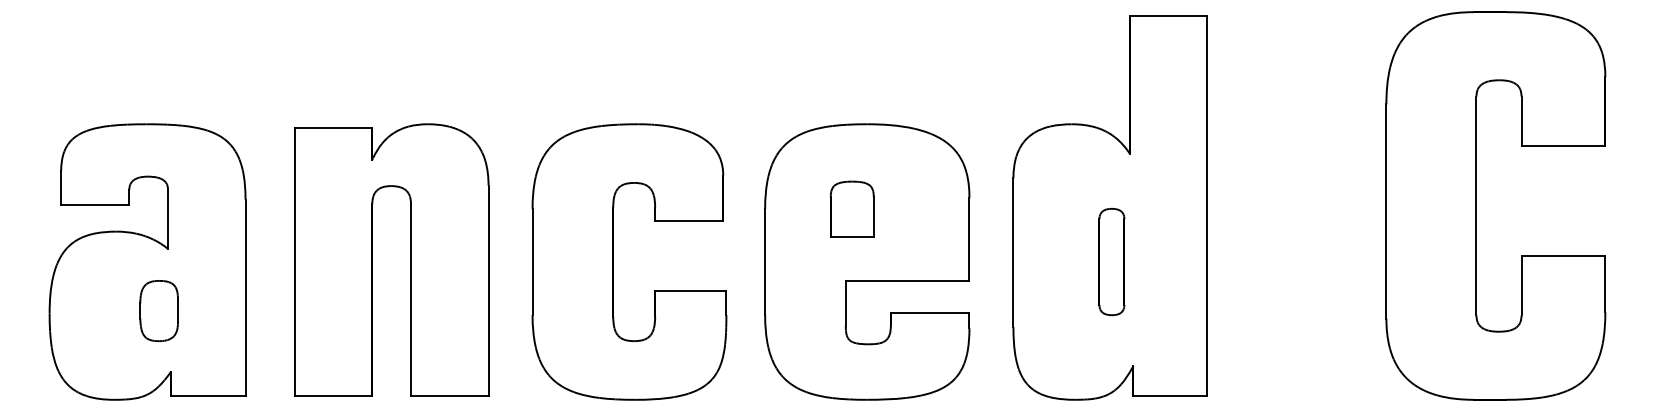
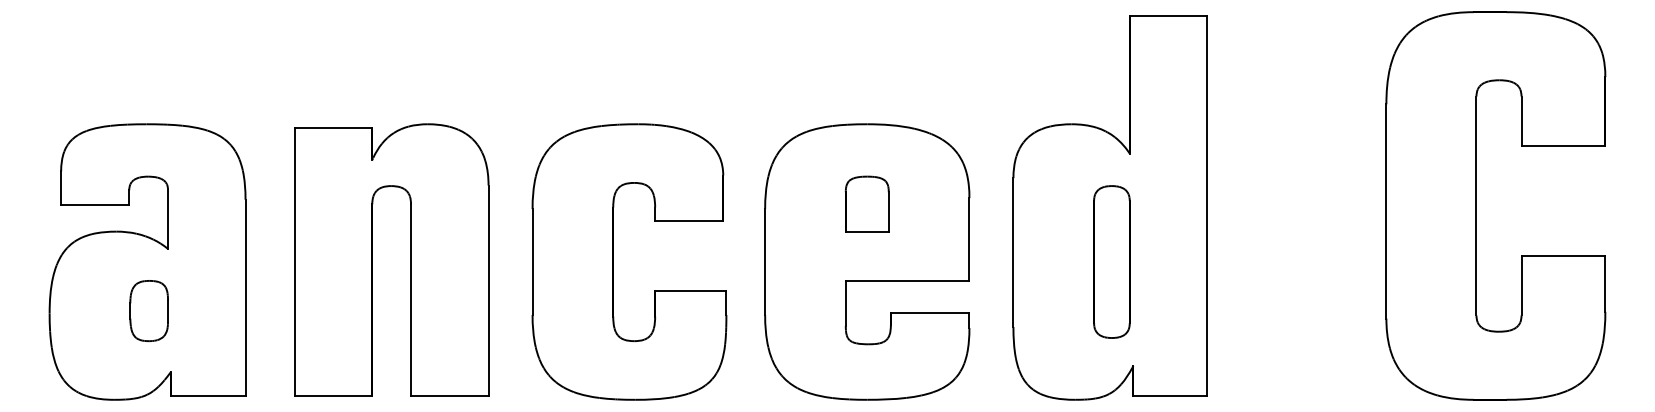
part at (851, 208) position: (851, 208) -> (866, 203)
part at (1111, 262) size: 28x109 px -> 38x154 px
part at (158, 310) position: (158, 310) -> (148, 310)
